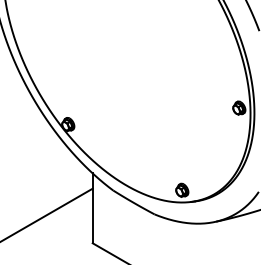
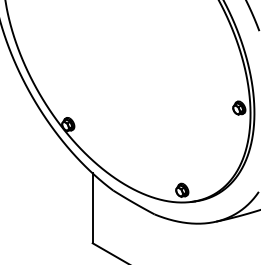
line at (47, 214): present -> none
